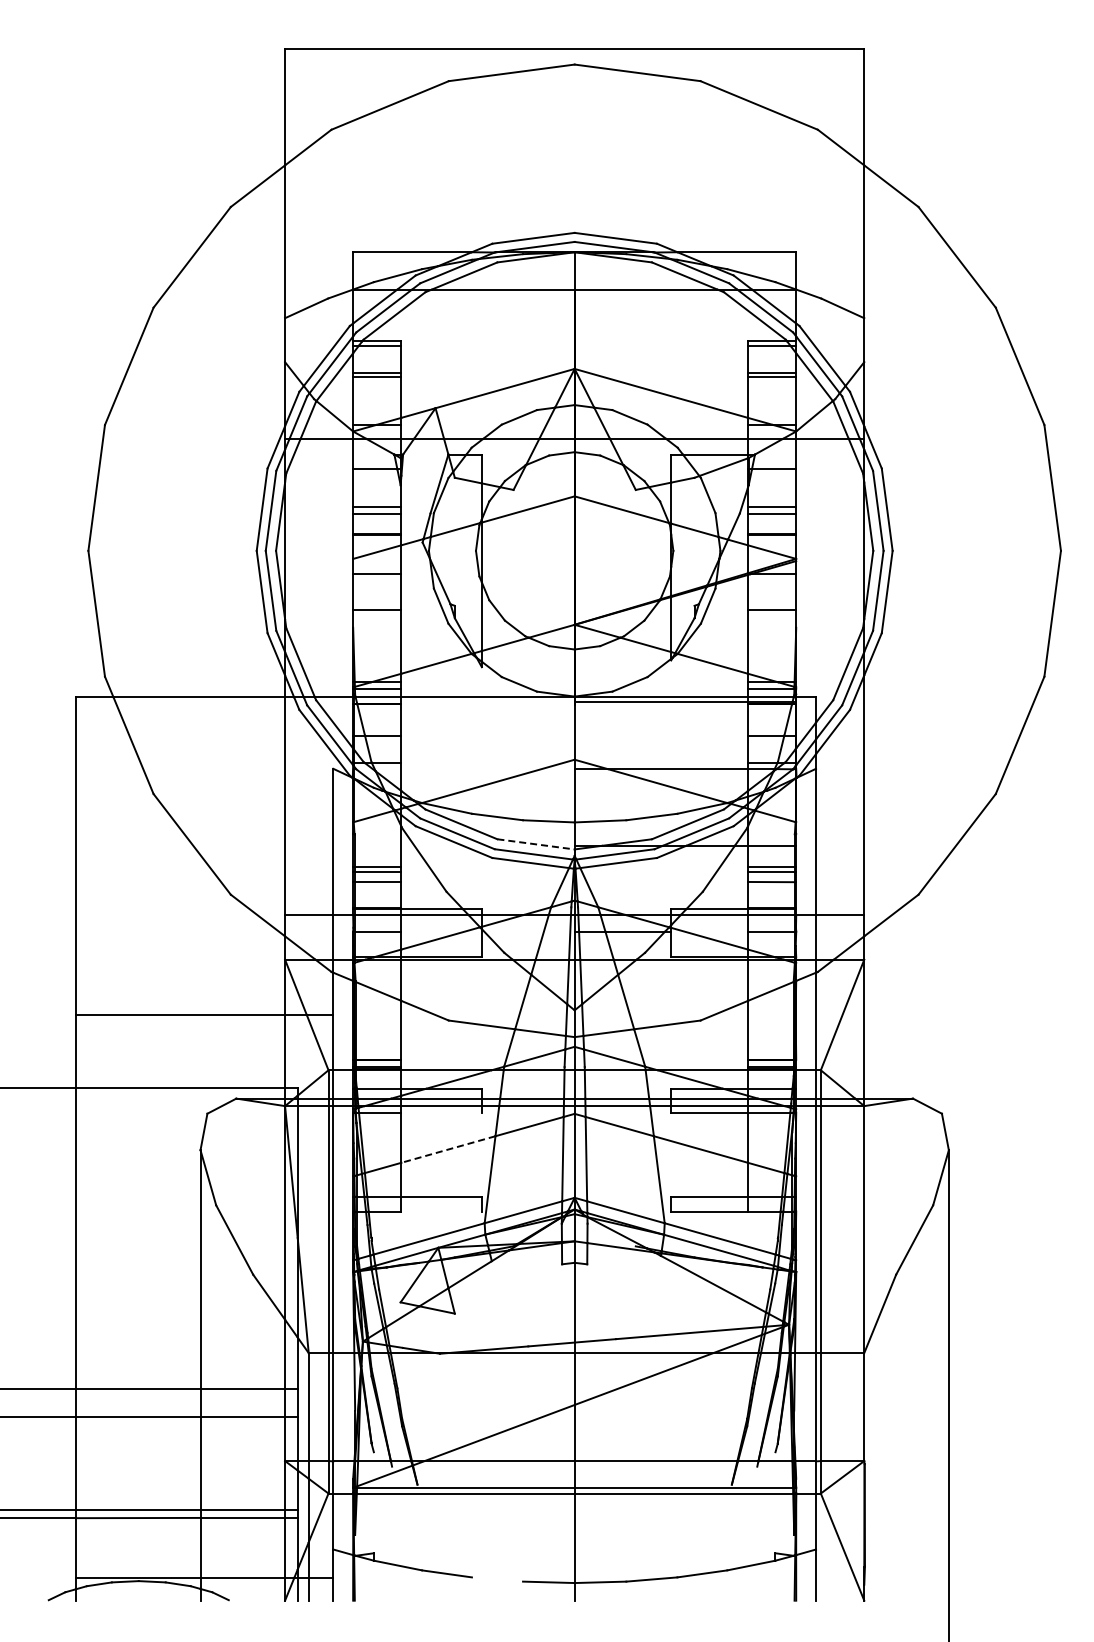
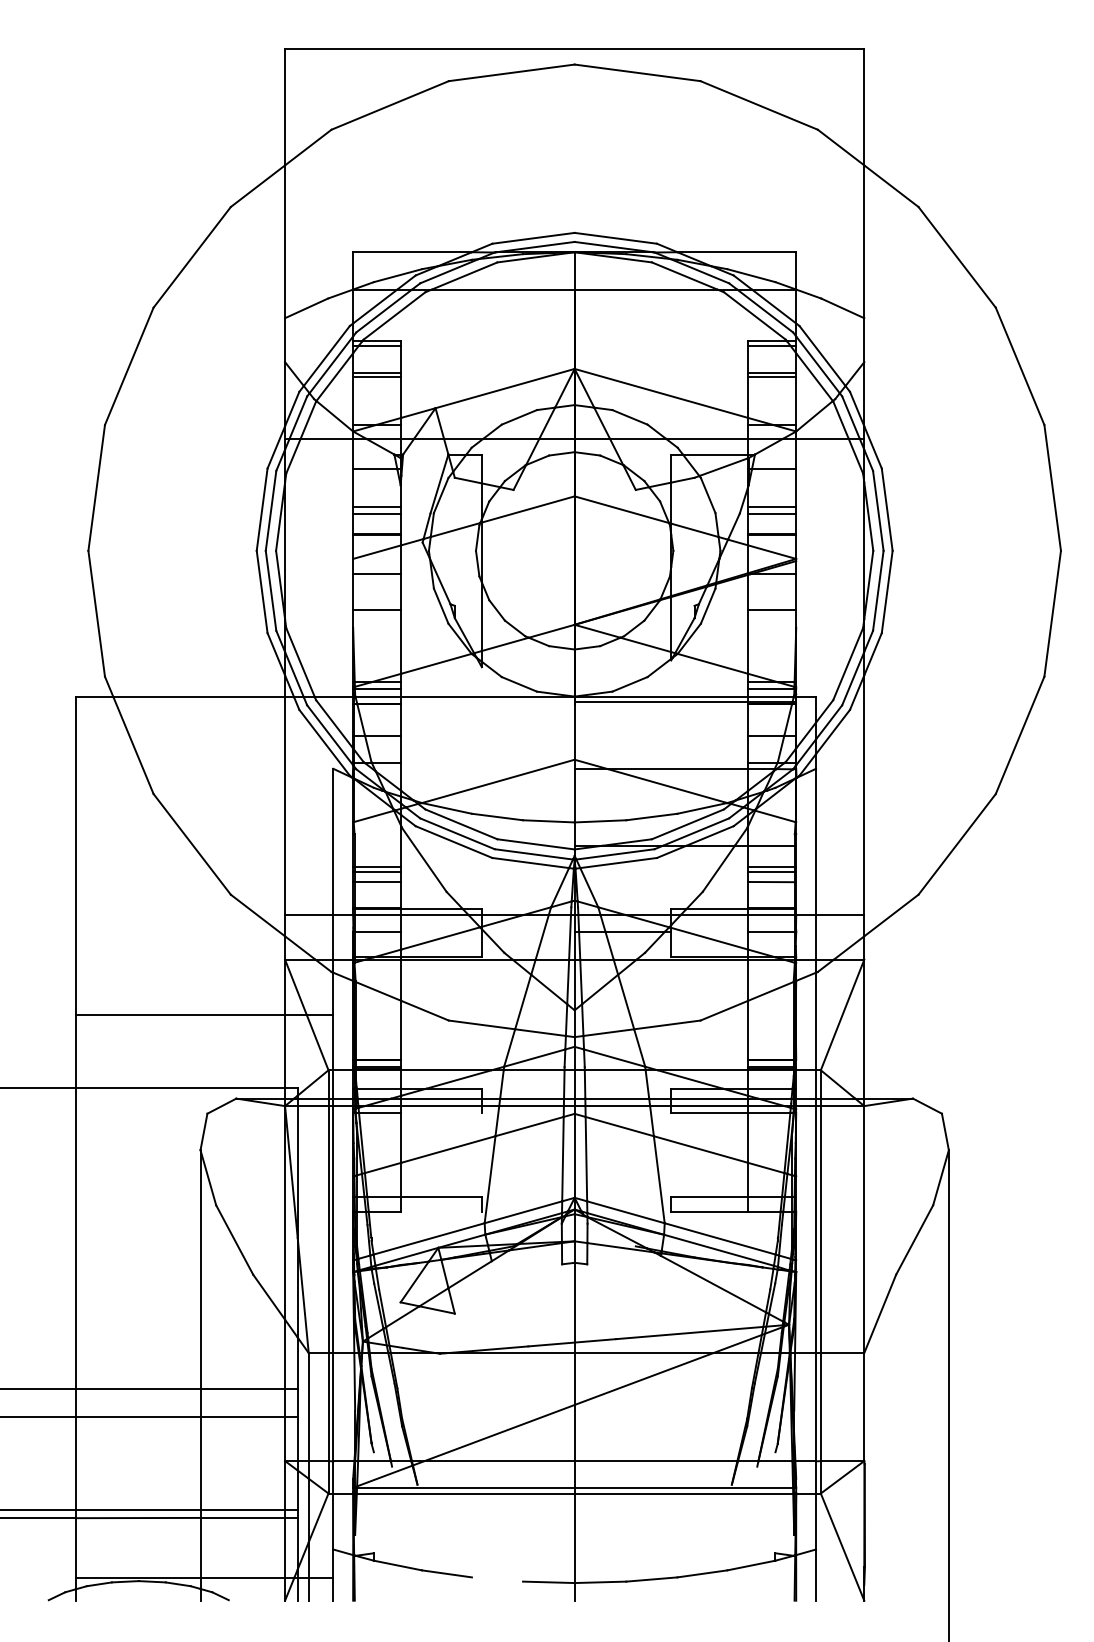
line at (536, 844): dashed -> solid
line at (448, 1149): dashed -> solid
